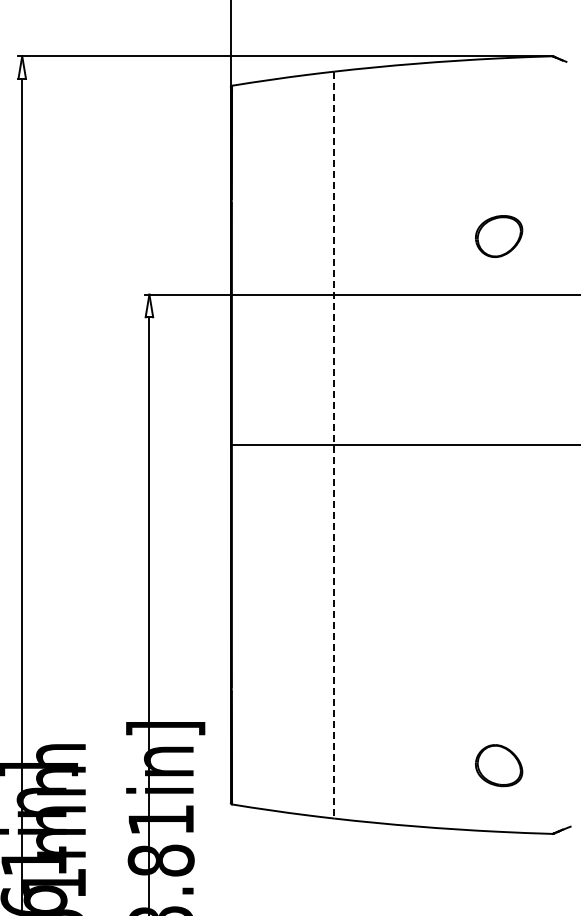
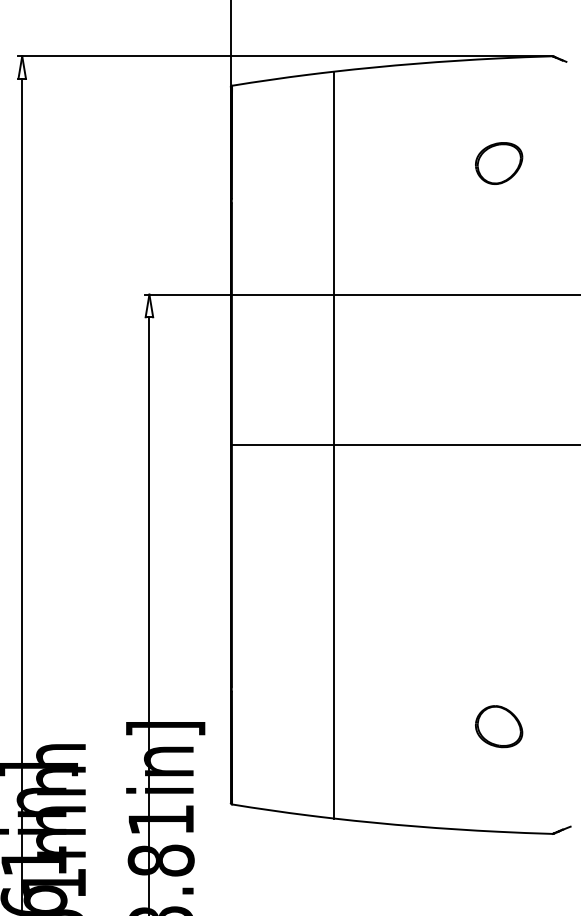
part at (499, 236) position: (499, 236) -> (499, 163)
line at (334, 445): dashed -> solid
part at (499, 765) position: (499, 765) -> (499, 726)
